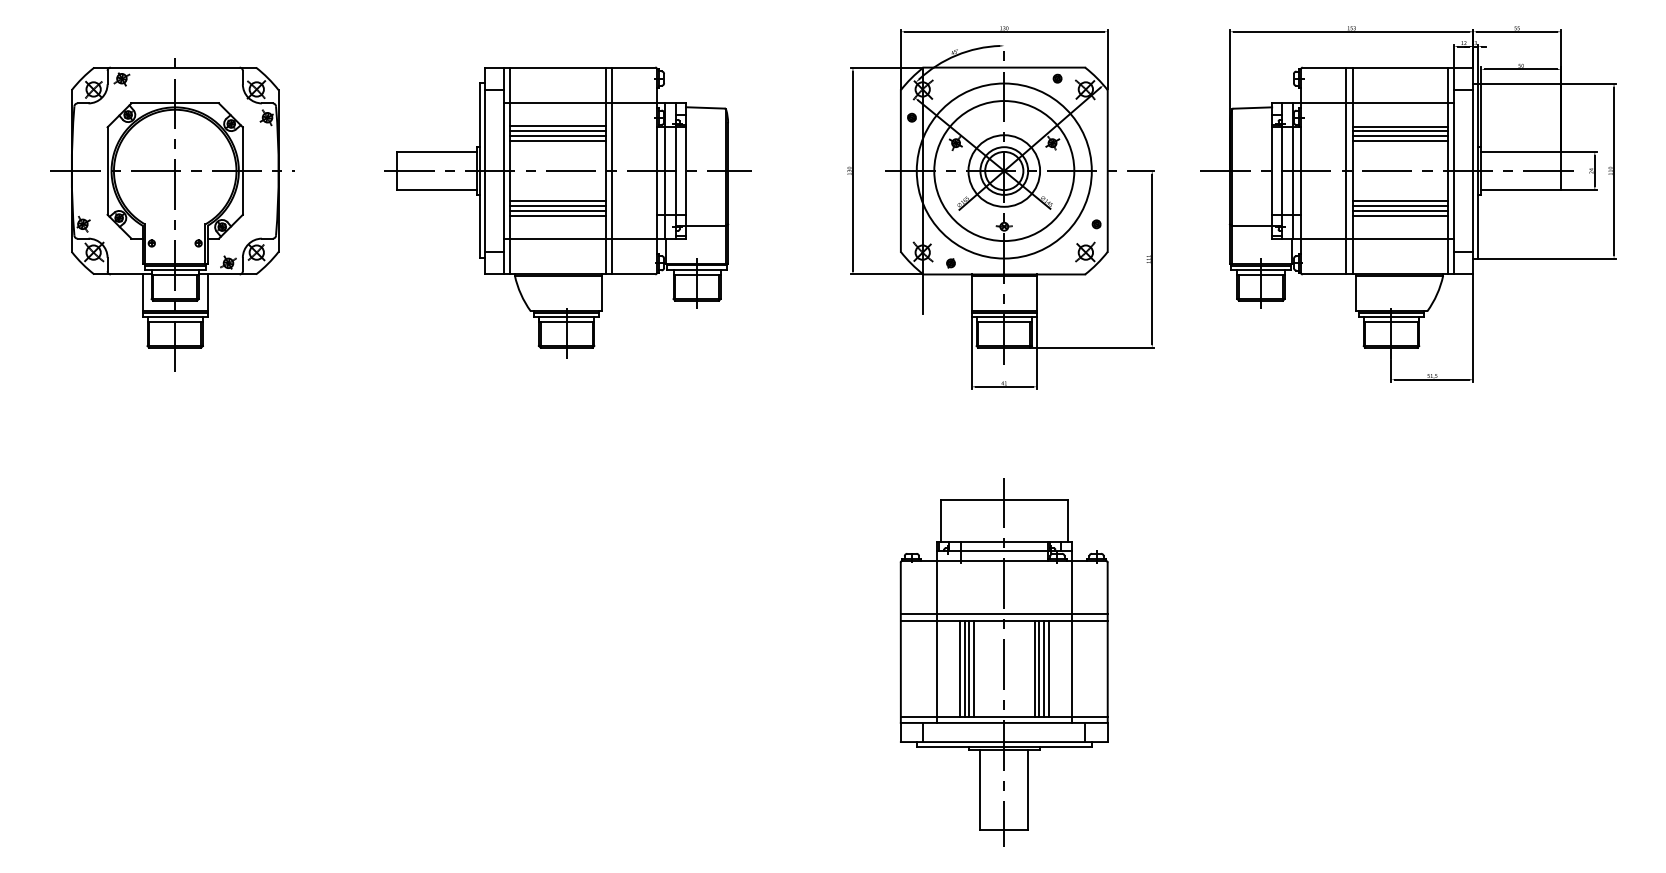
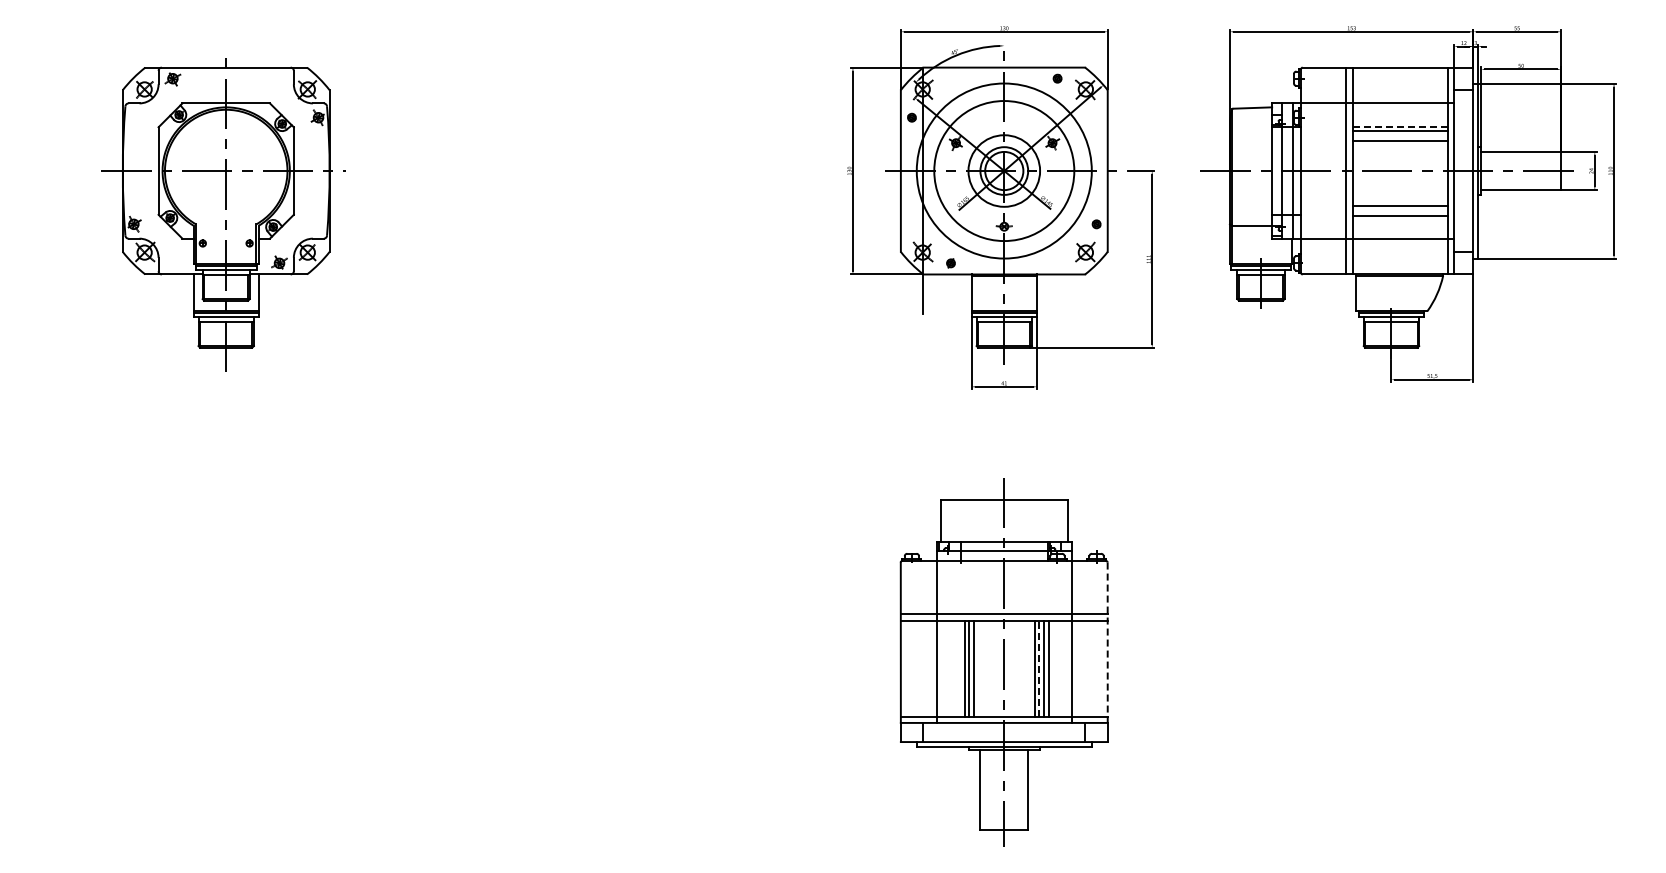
line at (1400, 126): solid -> dashed
line at (1399, 136): present -> none
line at (1399, 201): present -> none
line at (1399, 210): present -> none
part at (567, 212): present -> none
part at (172, 214) position: (172, 214) -> (223, 214)
line at (1107, 643): solid -> dashed
line at (959, 668): present -> none
line at (1039, 668): solid -> dashed
